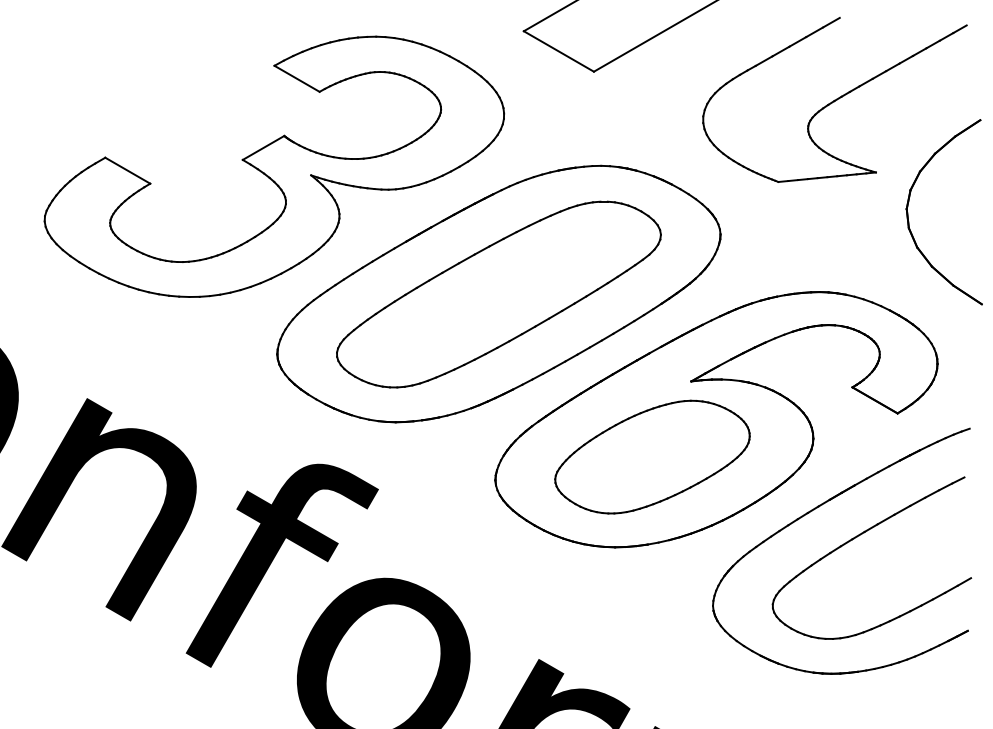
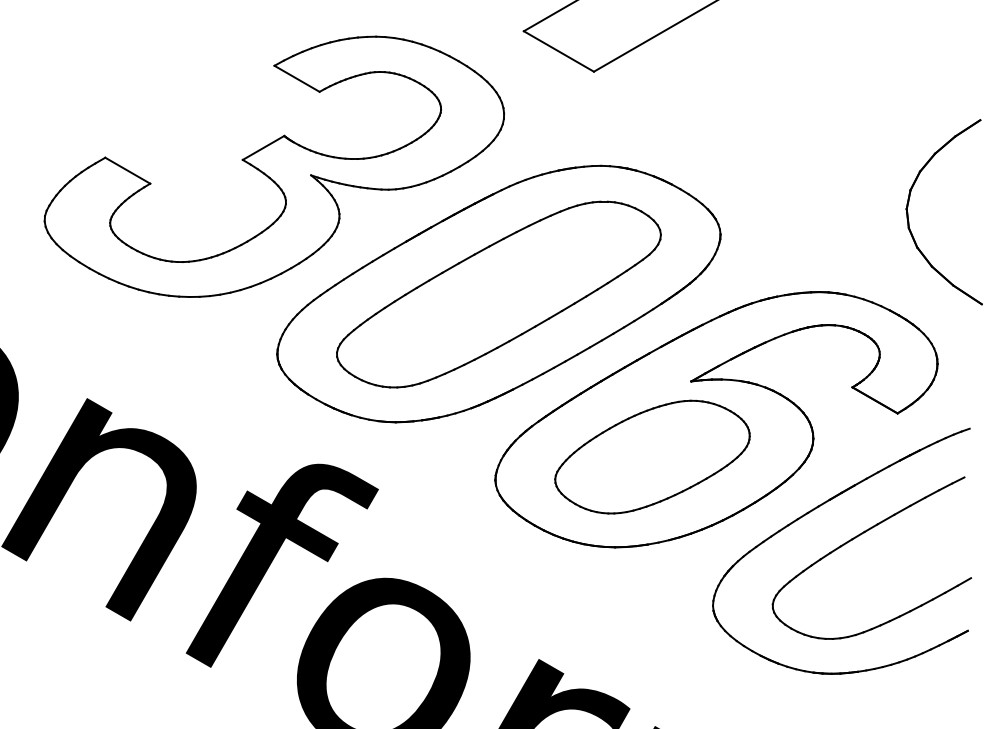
part at (834, 99): present -> none
